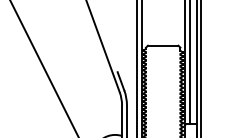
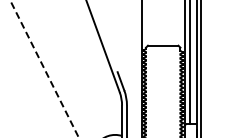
line at (136, 68): present -> none
line at (44, 69): solid -> dashed
